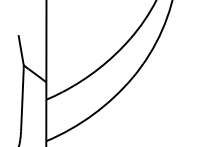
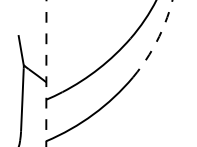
arc at (157, 41): solid -> dashed
line at (46, 73): solid -> dashed
